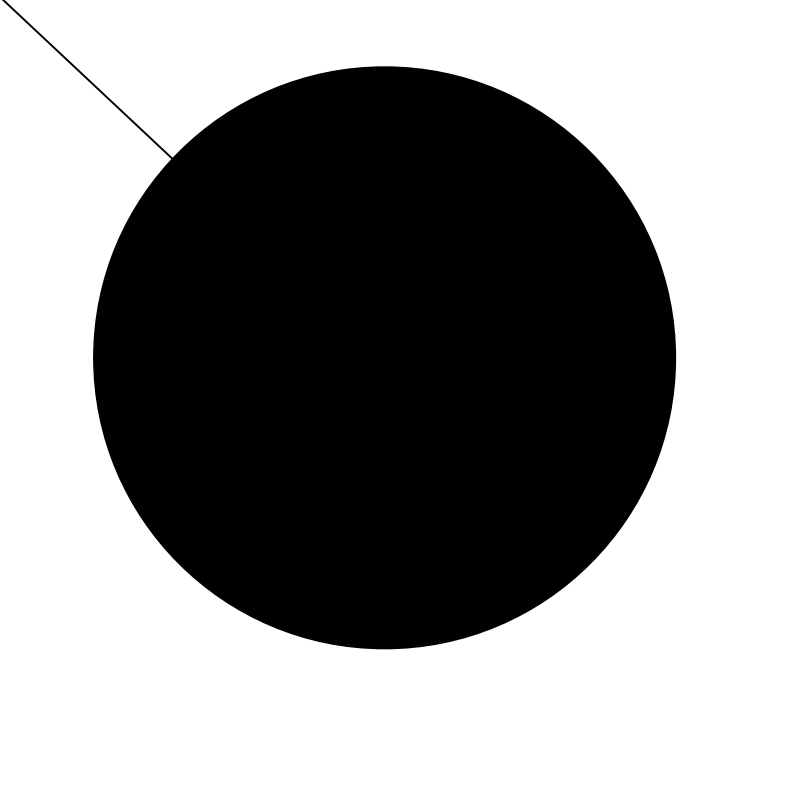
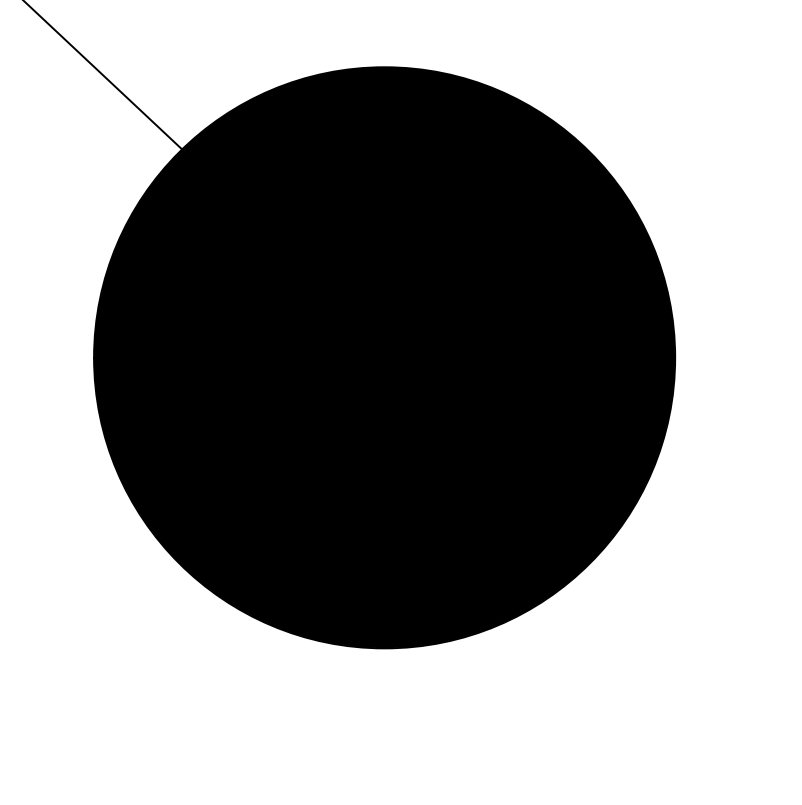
line at (88, 80) position: (88, 80) -> (103, 75)
